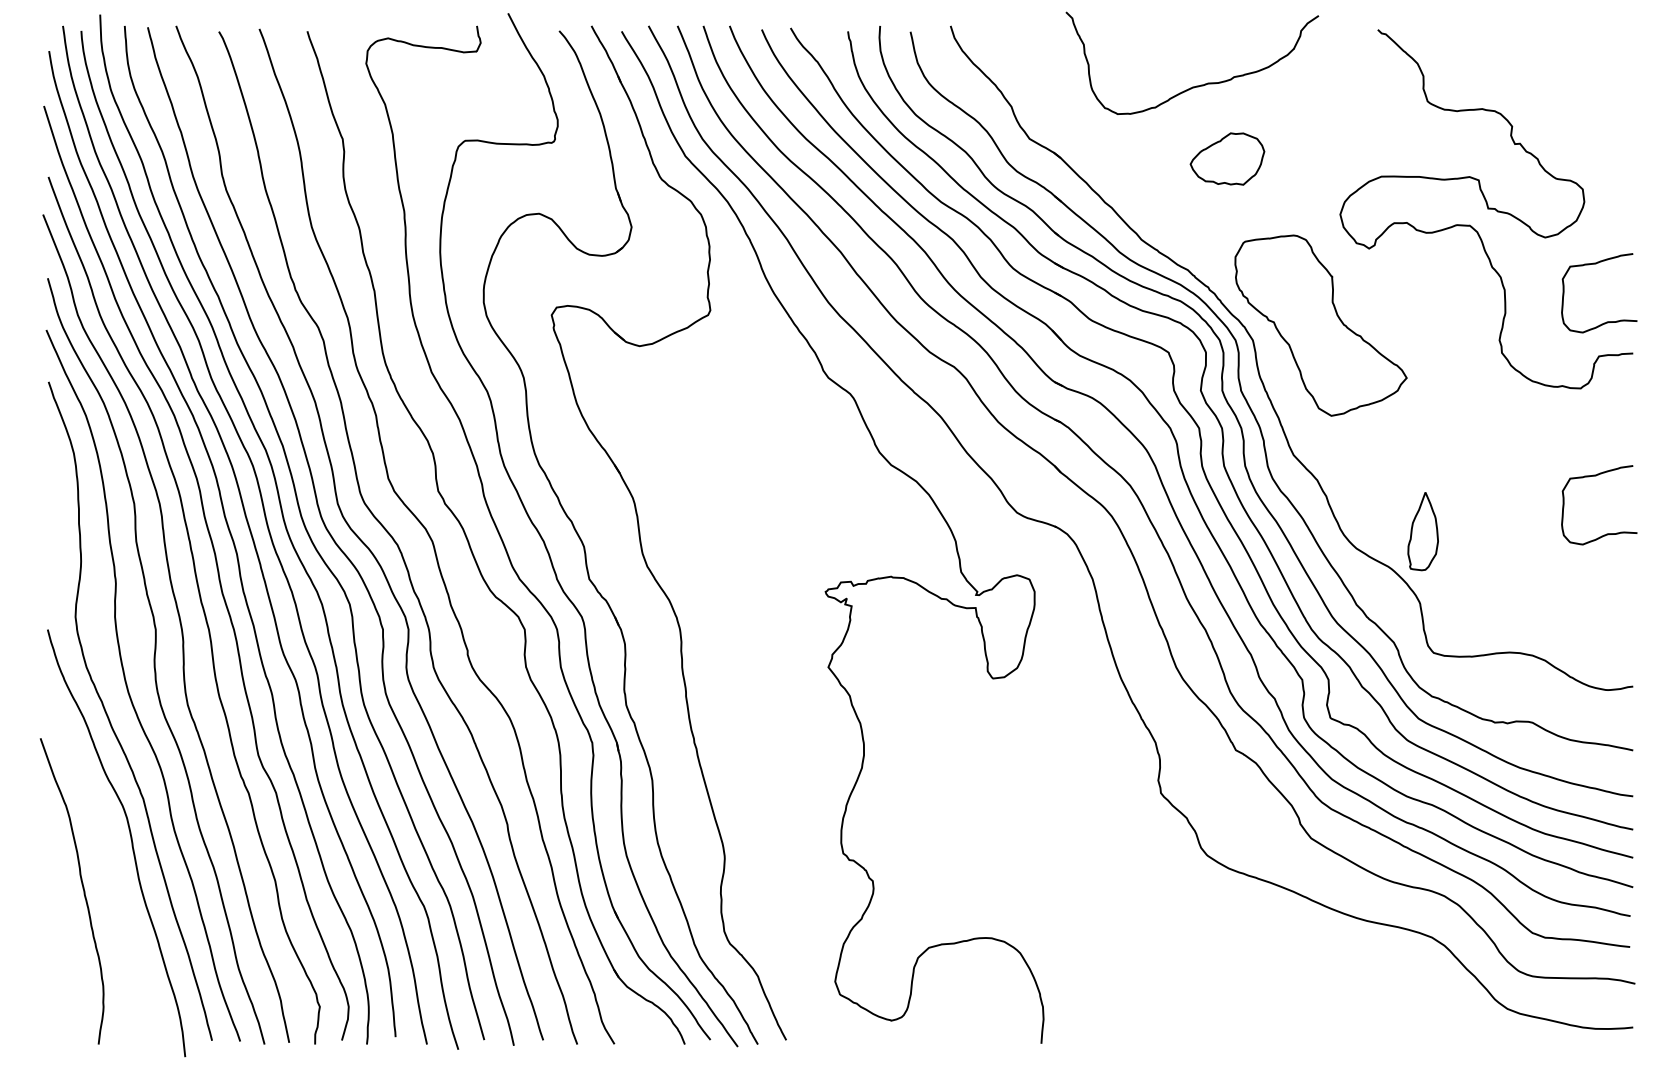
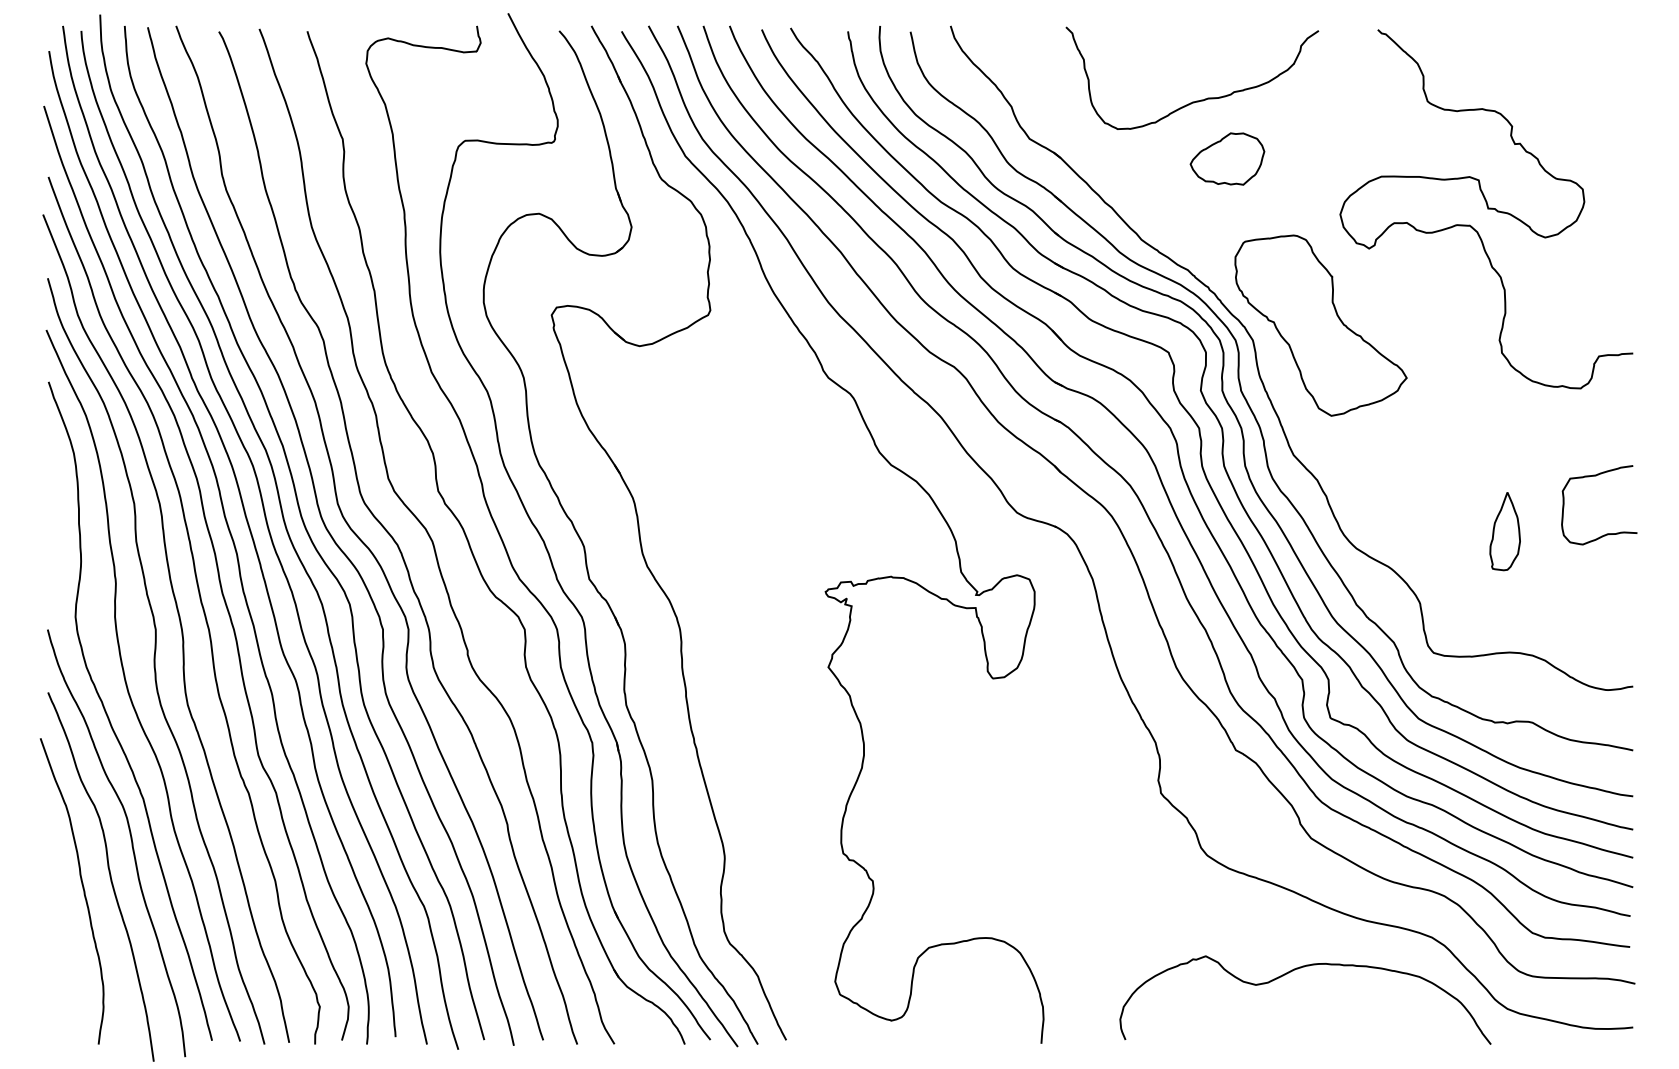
curve at (1196, 85) position: (1196, 85) -> (1196, 100)
curve at (1606, 321): present -> none
part at (1422, 531) position: (1422, 531) -> (1504, 531)
curve at (108, 872): none -> present
curve at (1291, 972): none -> present
